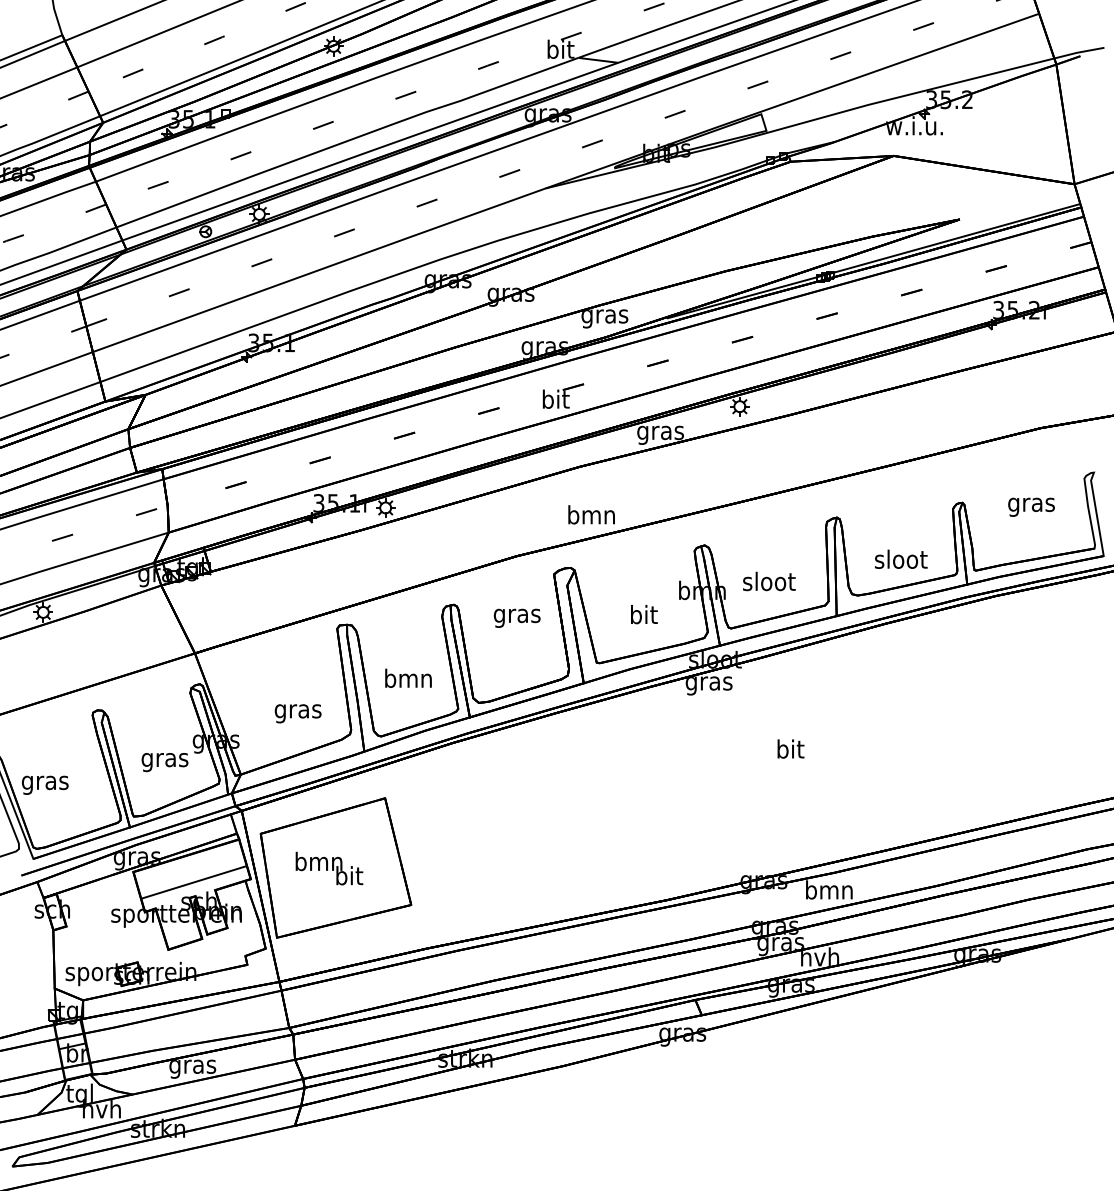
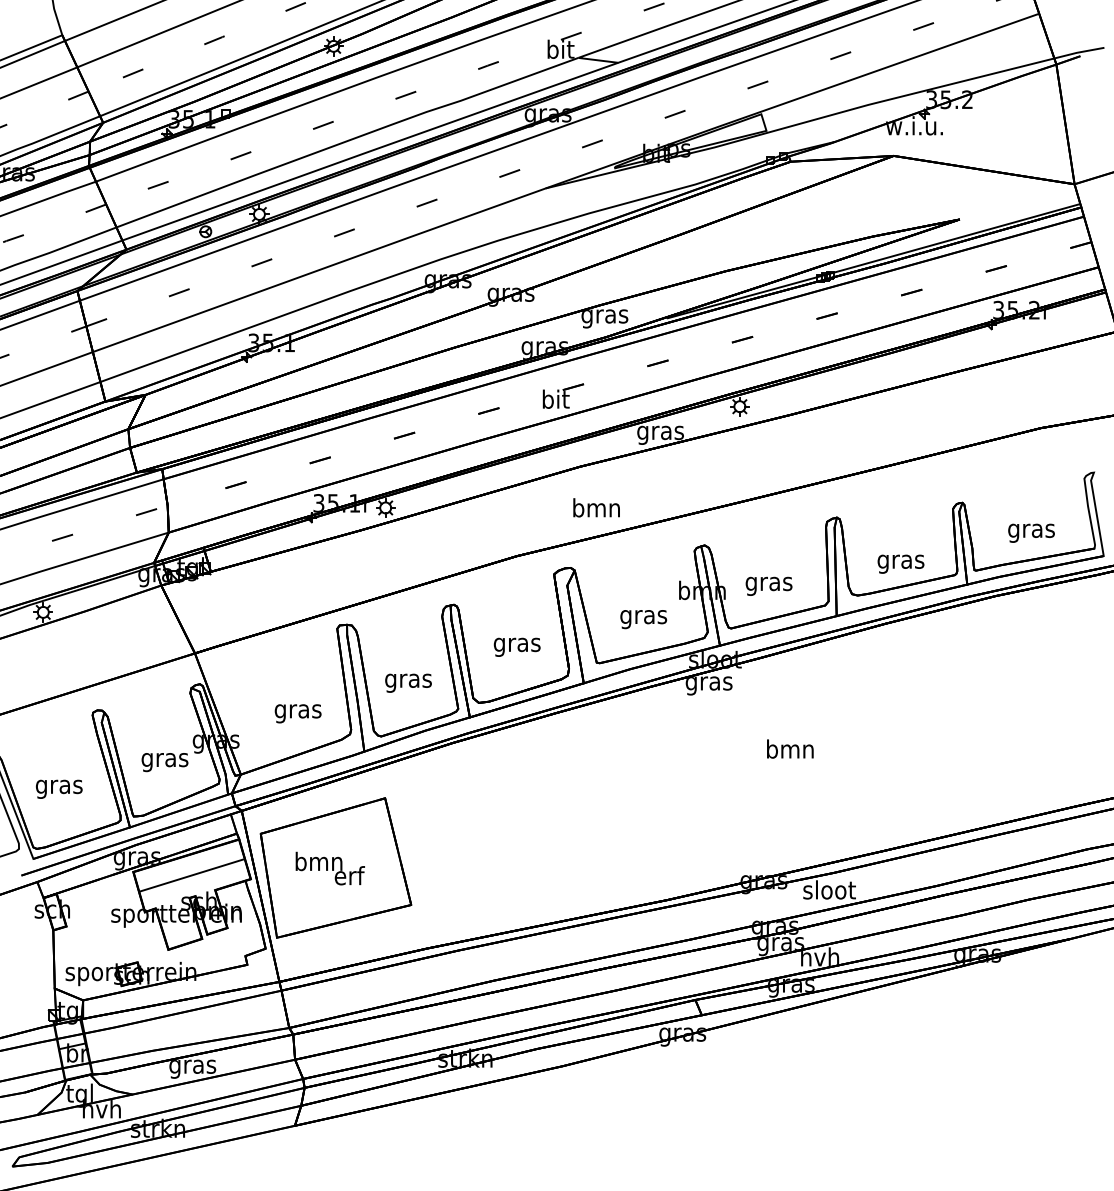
text at (1031, 506) position: (1031, 506) -> (1031, 532)
text at (591, 514) position: (591, 514) -> (596, 507)
text at (901, 561): sloot -> gras
text at (769, 583): sloot -> gras
text at (516, 617) position: (516, 617) -> (516, 646)
text at (643, 617): bit -> gras
text at (408, 680): bmn -> gras
text at (790, 748): bit -> bmn
text at (45, 784) position: (45, 784) -> (59, 788)
text at (349, 875): bit -> erf
line at (193, 882) position: (193, 882) -> (191, 875)
text at (829, 889): bmn -> sloot
